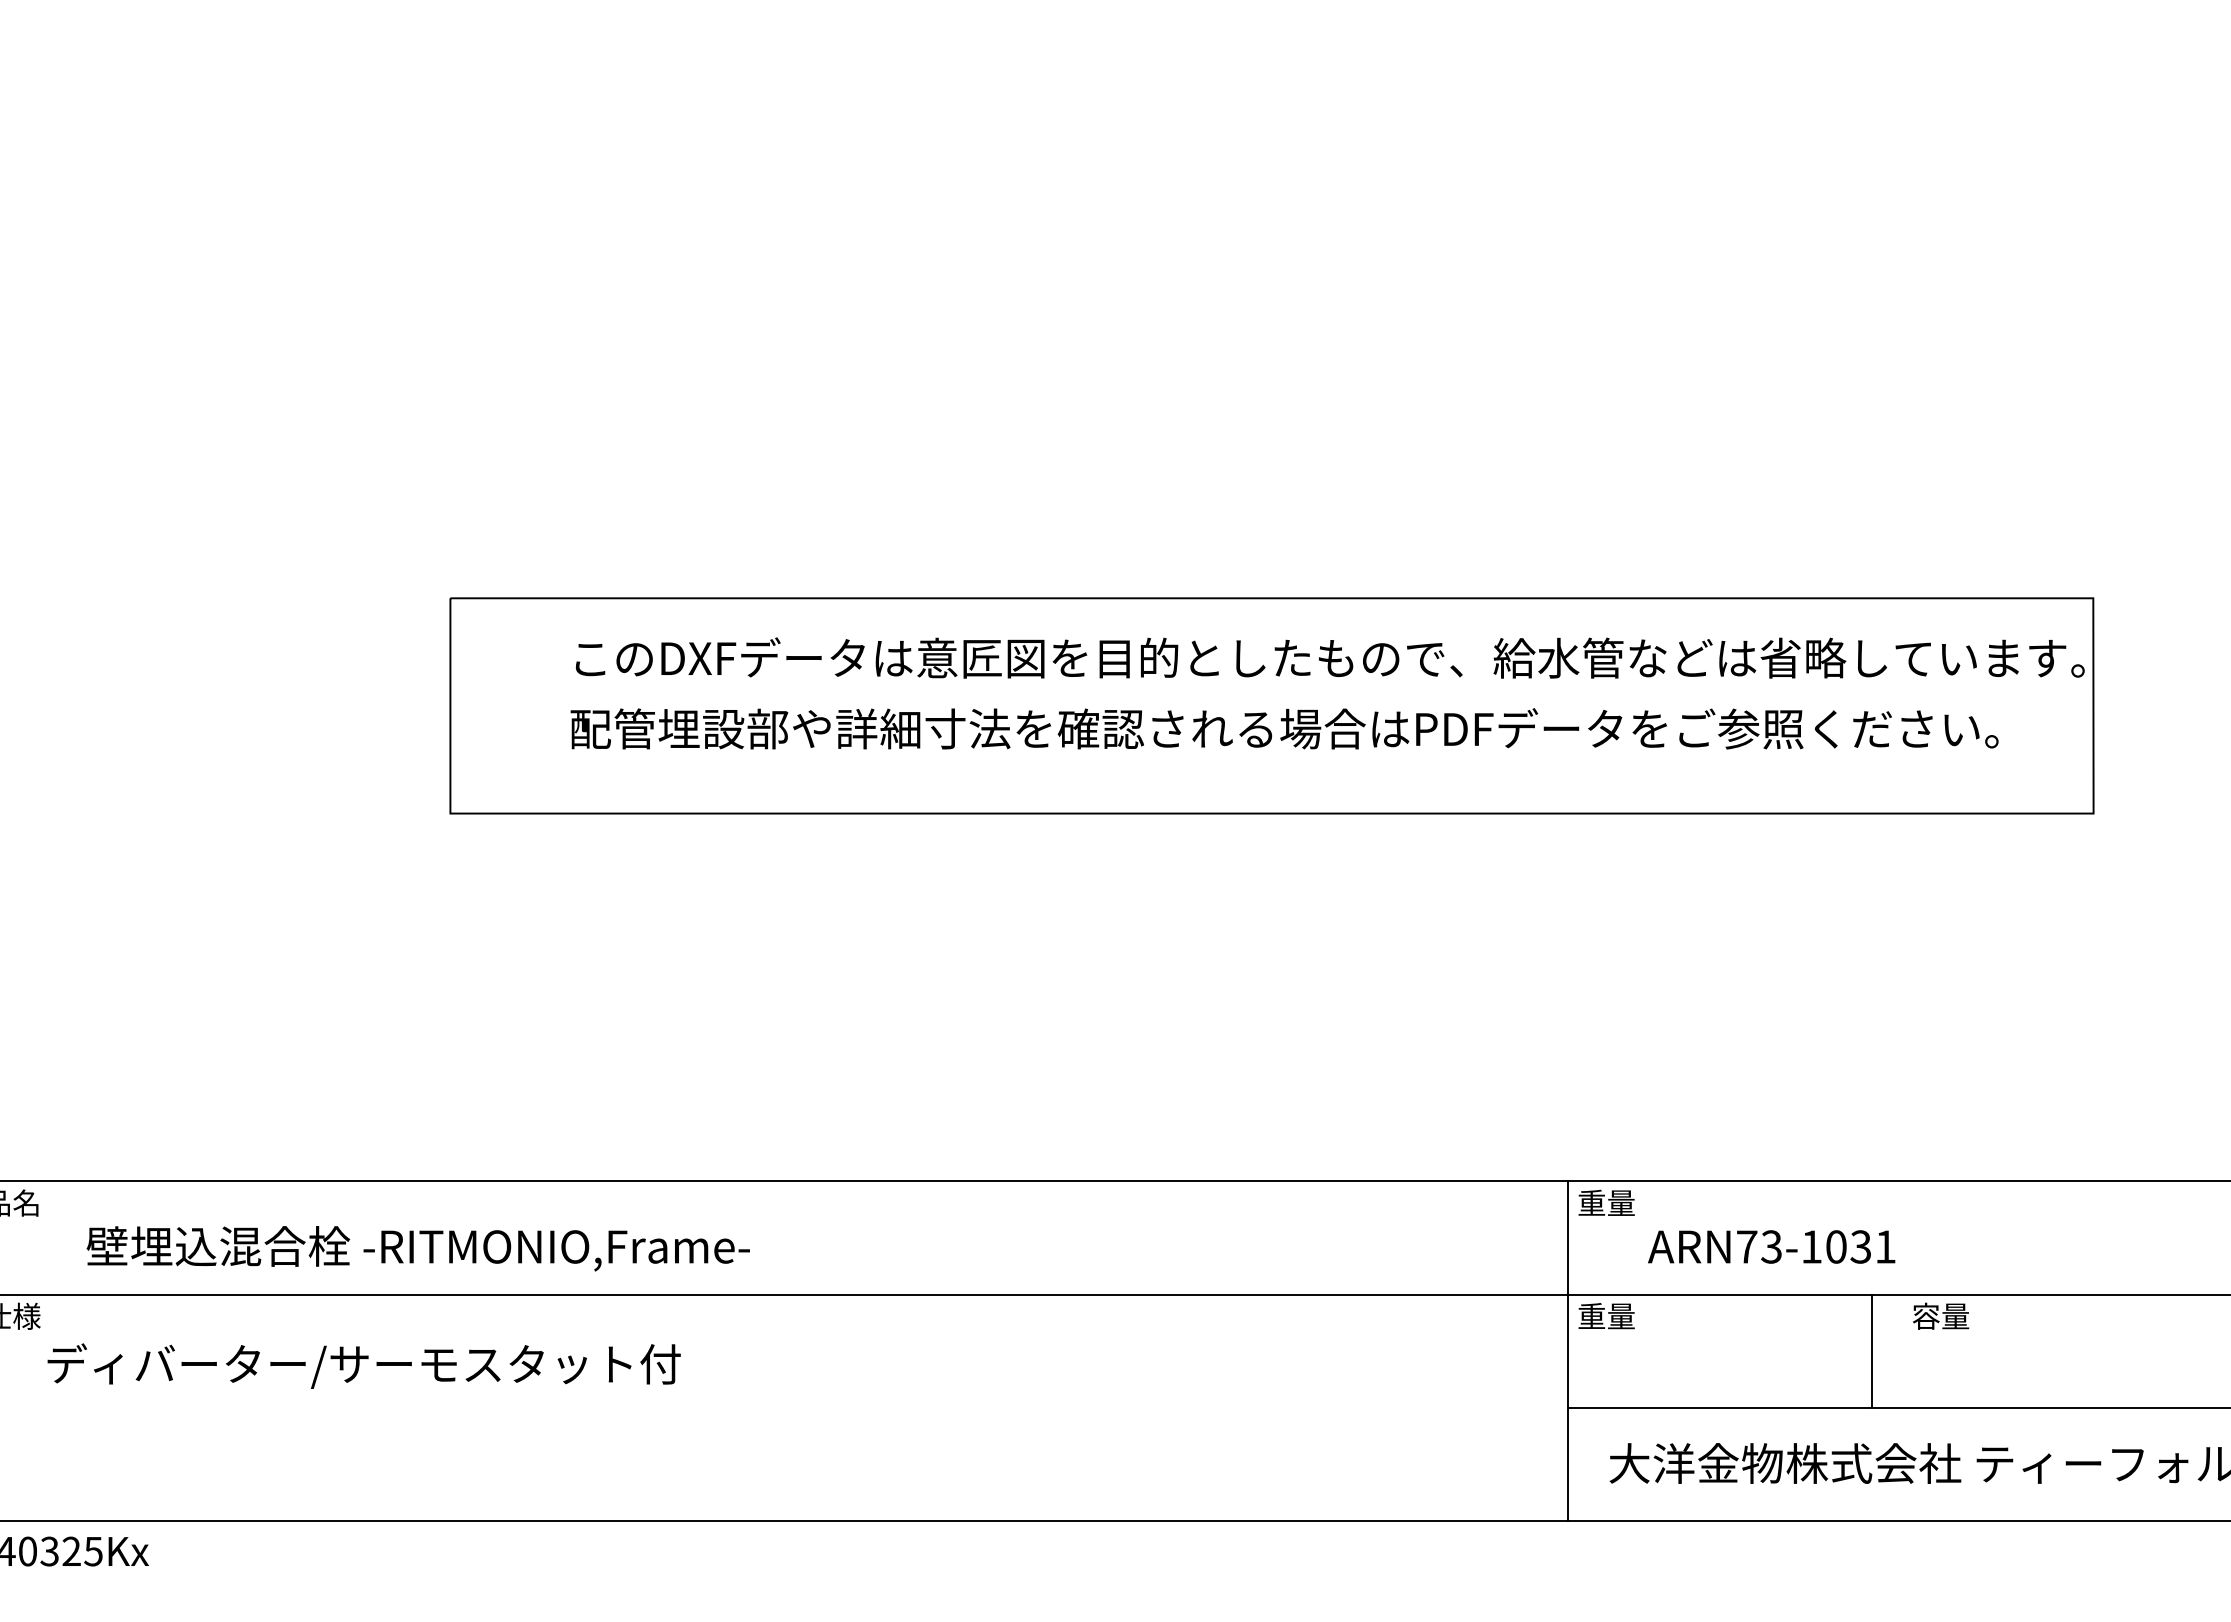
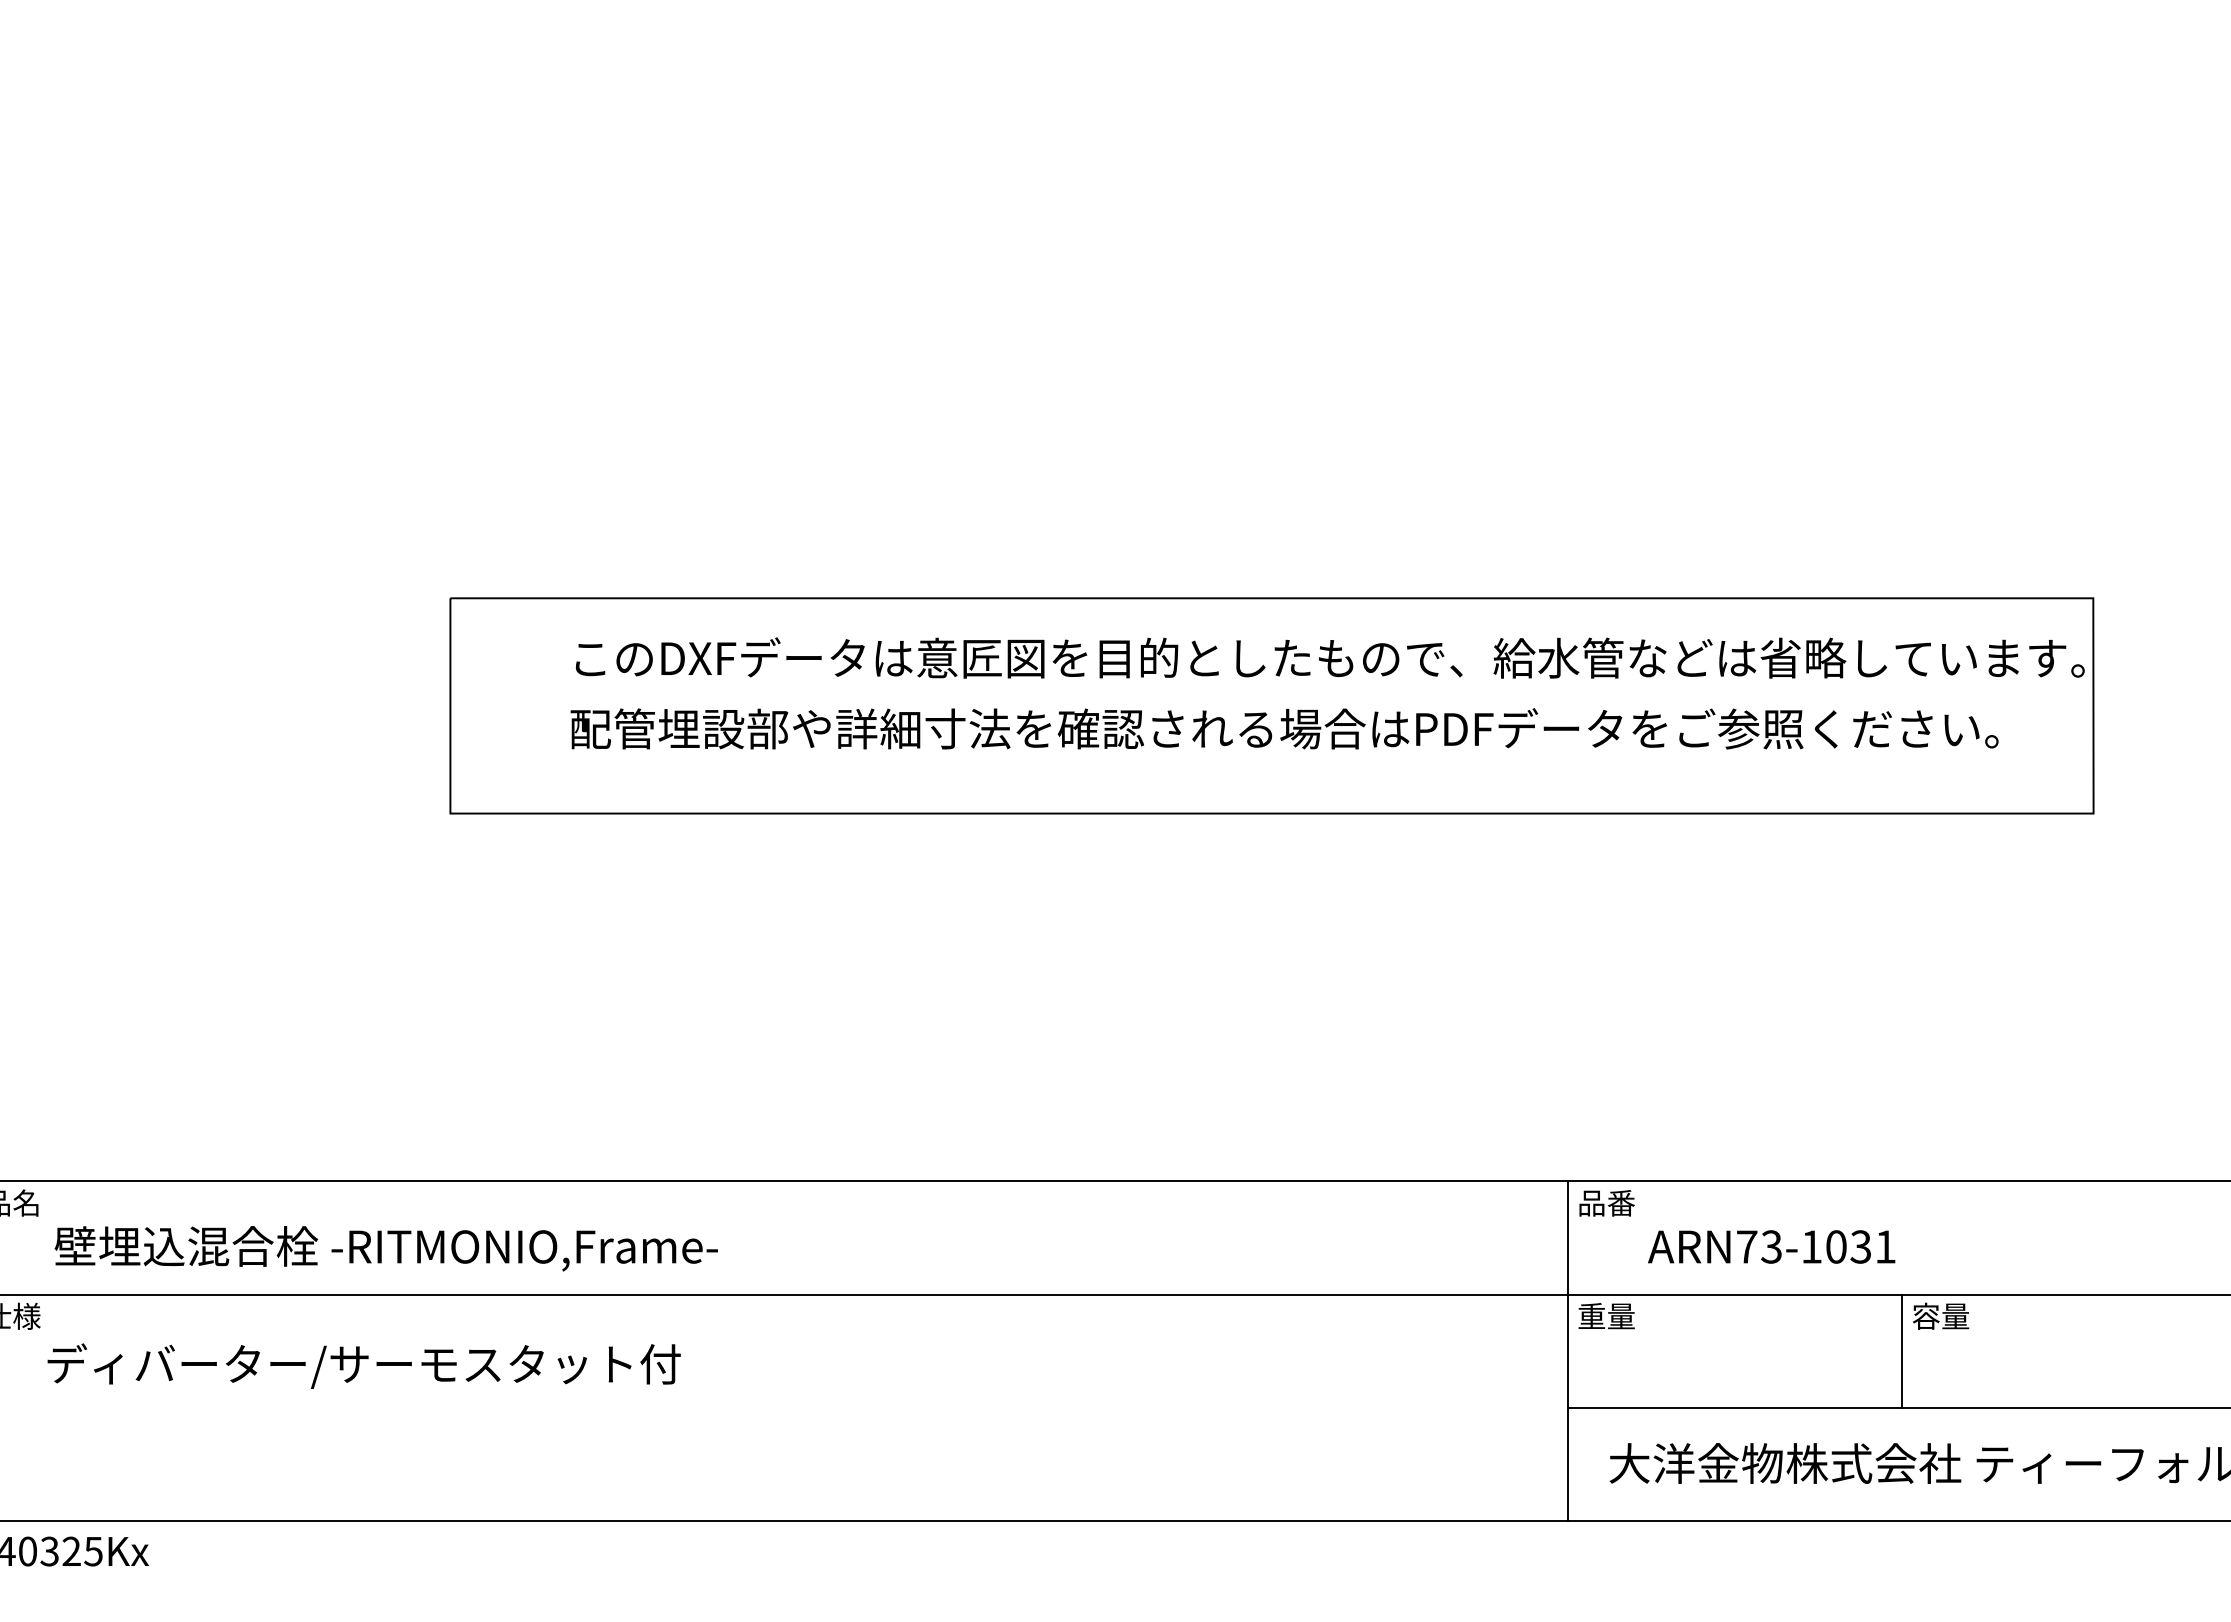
text at (1606, 1202): 重量 -> 品番
text at (417, 1248) position: (417, 1248) -> (385, 1248)
line at (1872, 1350) position: (1872, 1350) -> (1902, 1350)
